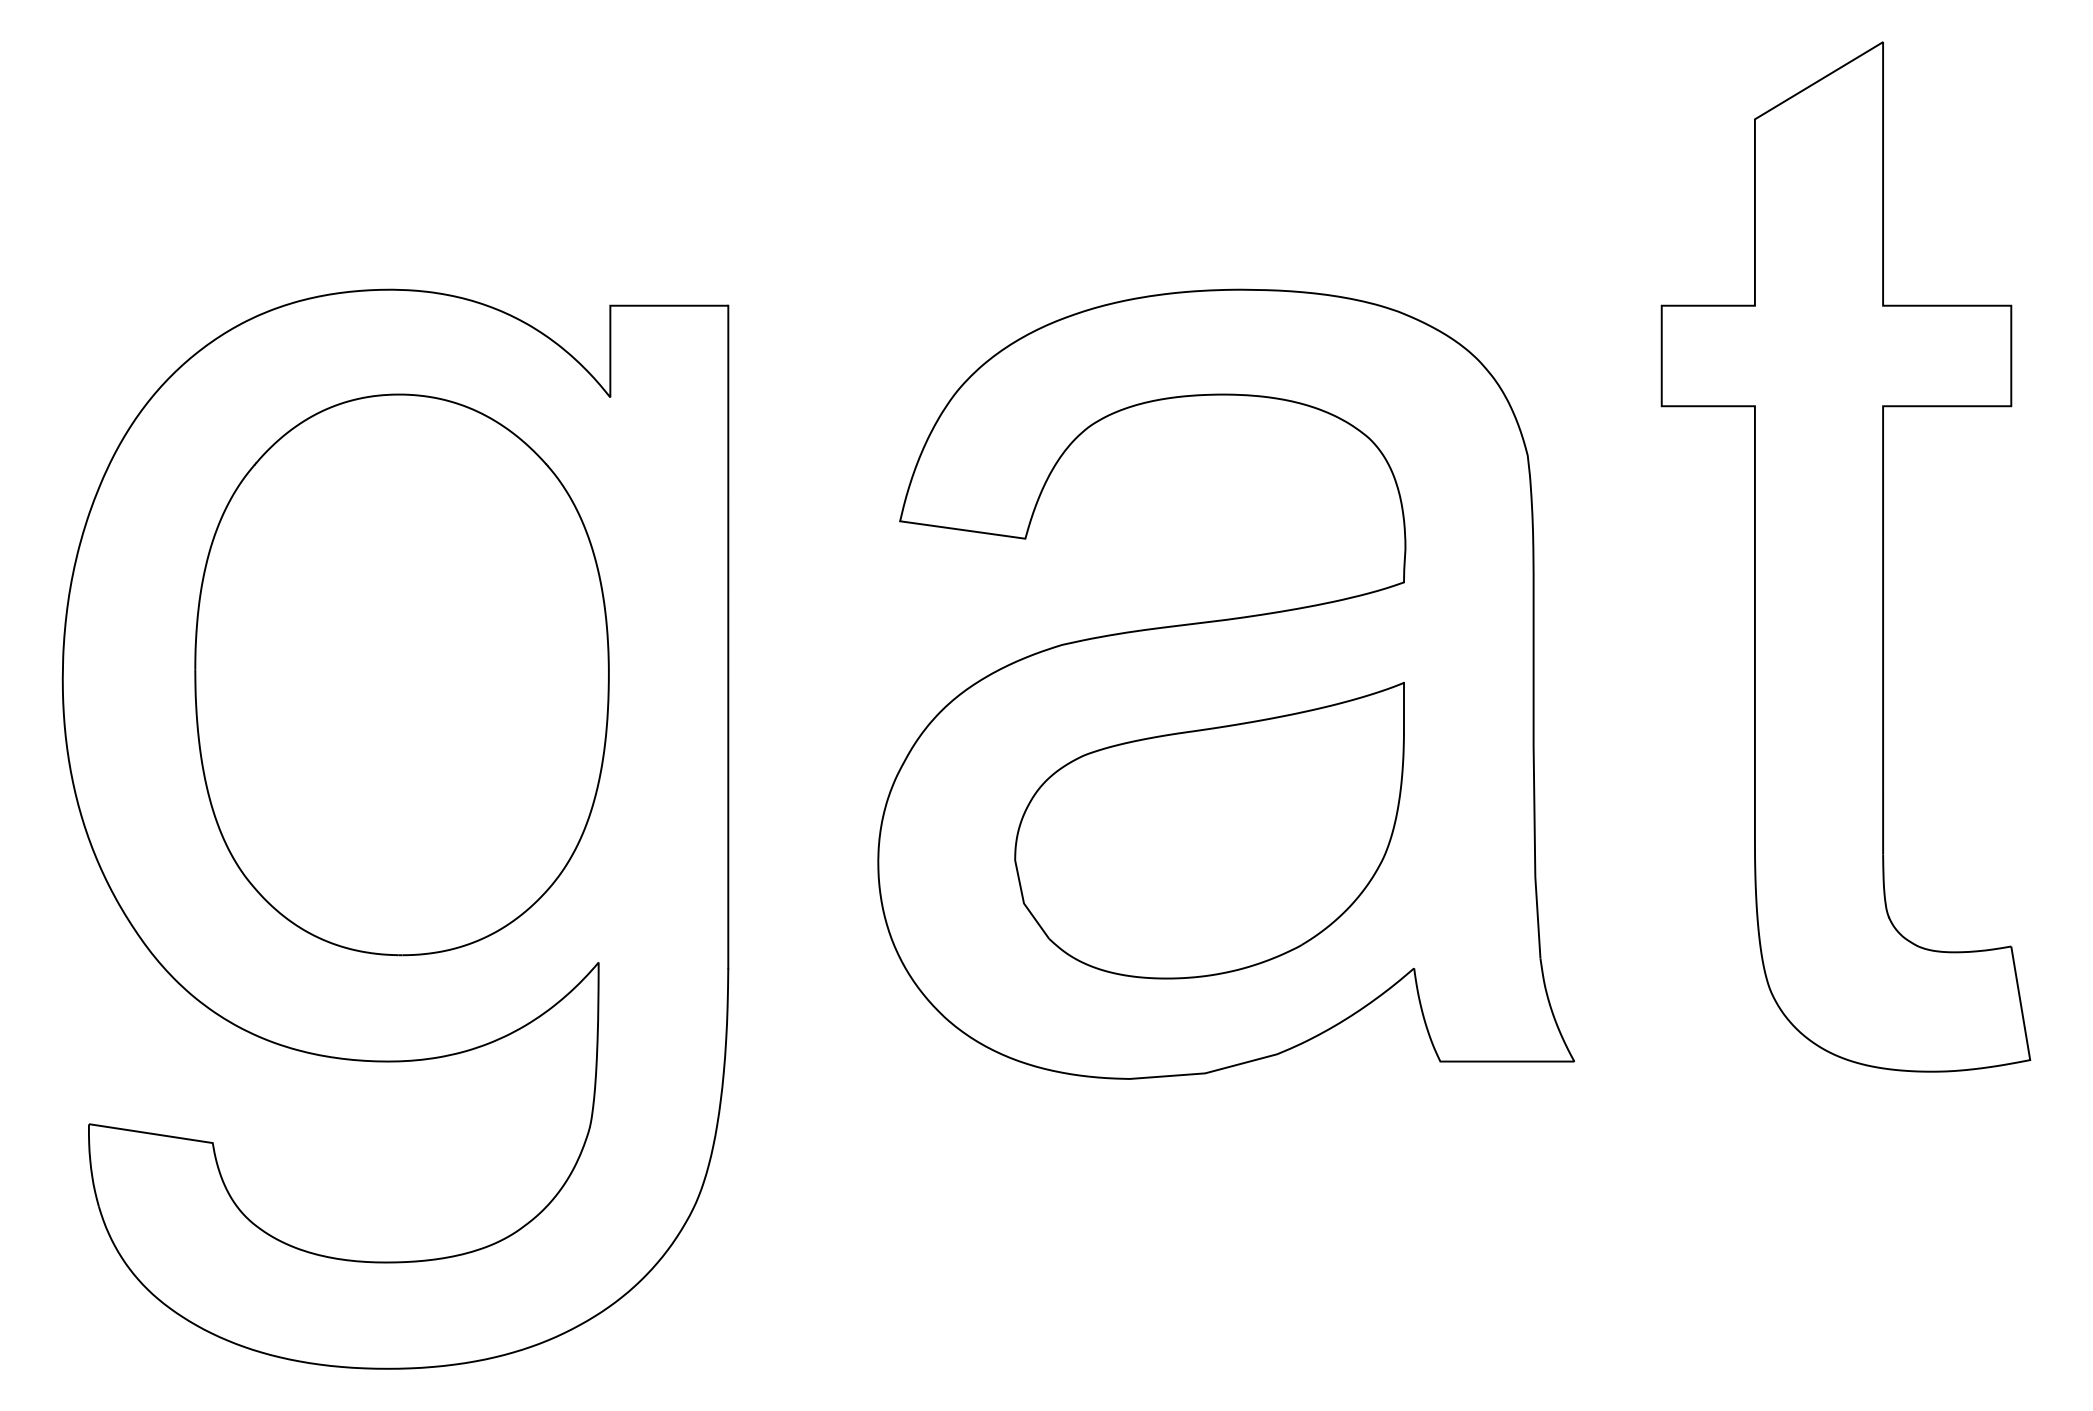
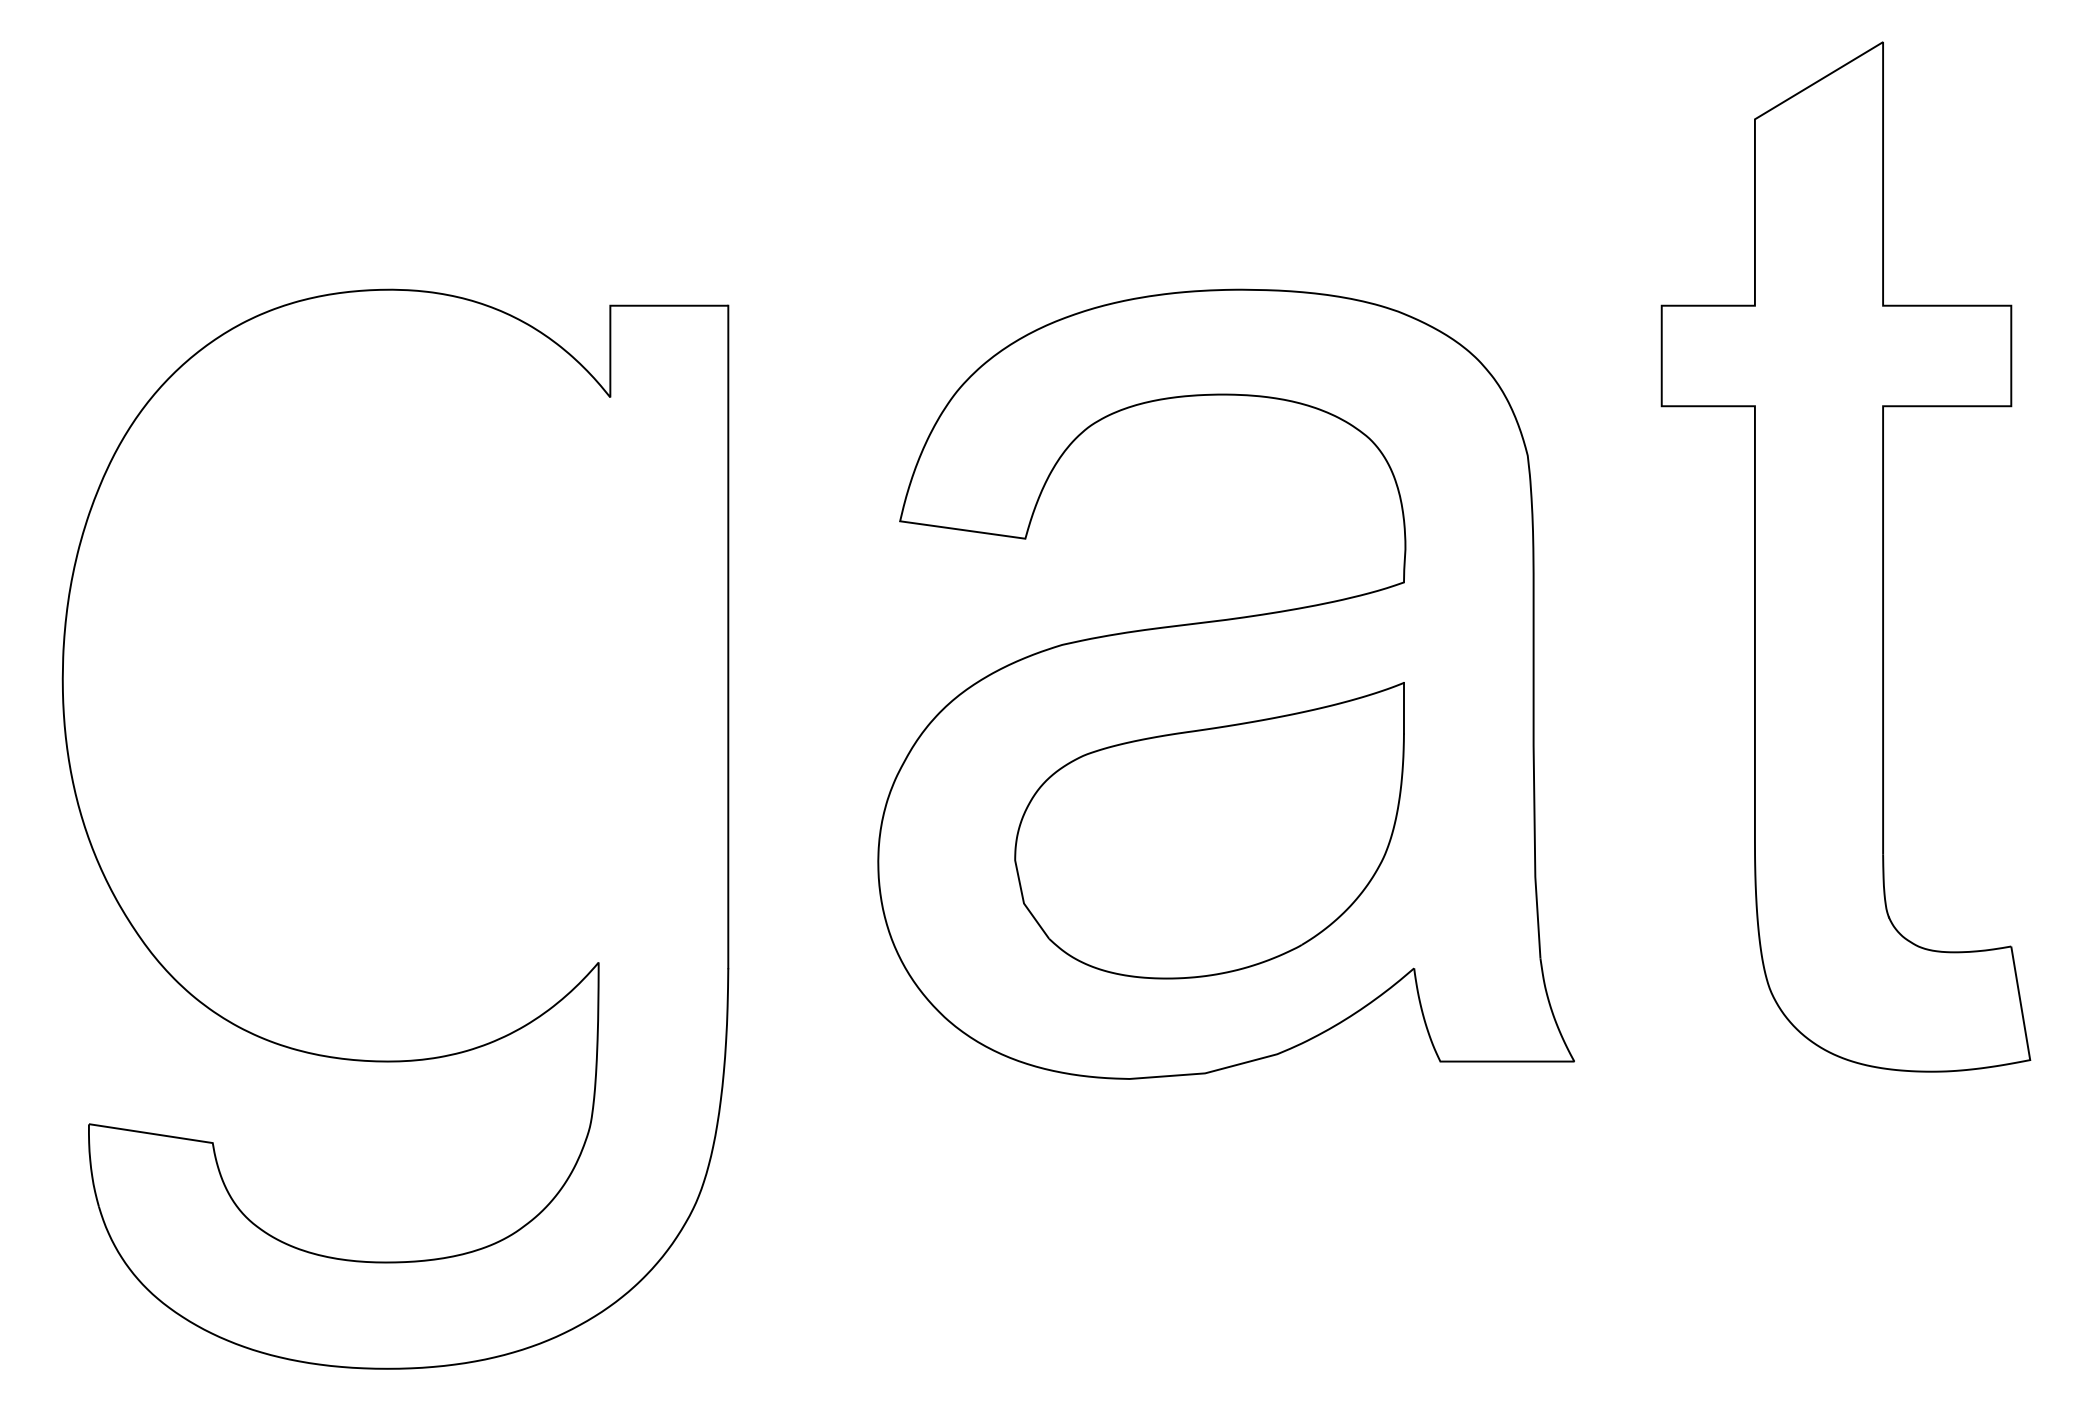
part at (401, 674): present -> none
